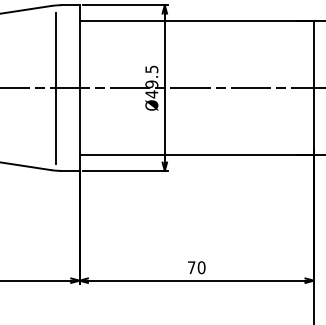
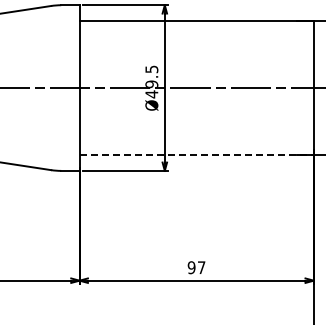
line at (56, 87): present -> none
line at (197, 155): solid -> dashed
text at (196, 267): 70 -> 97
